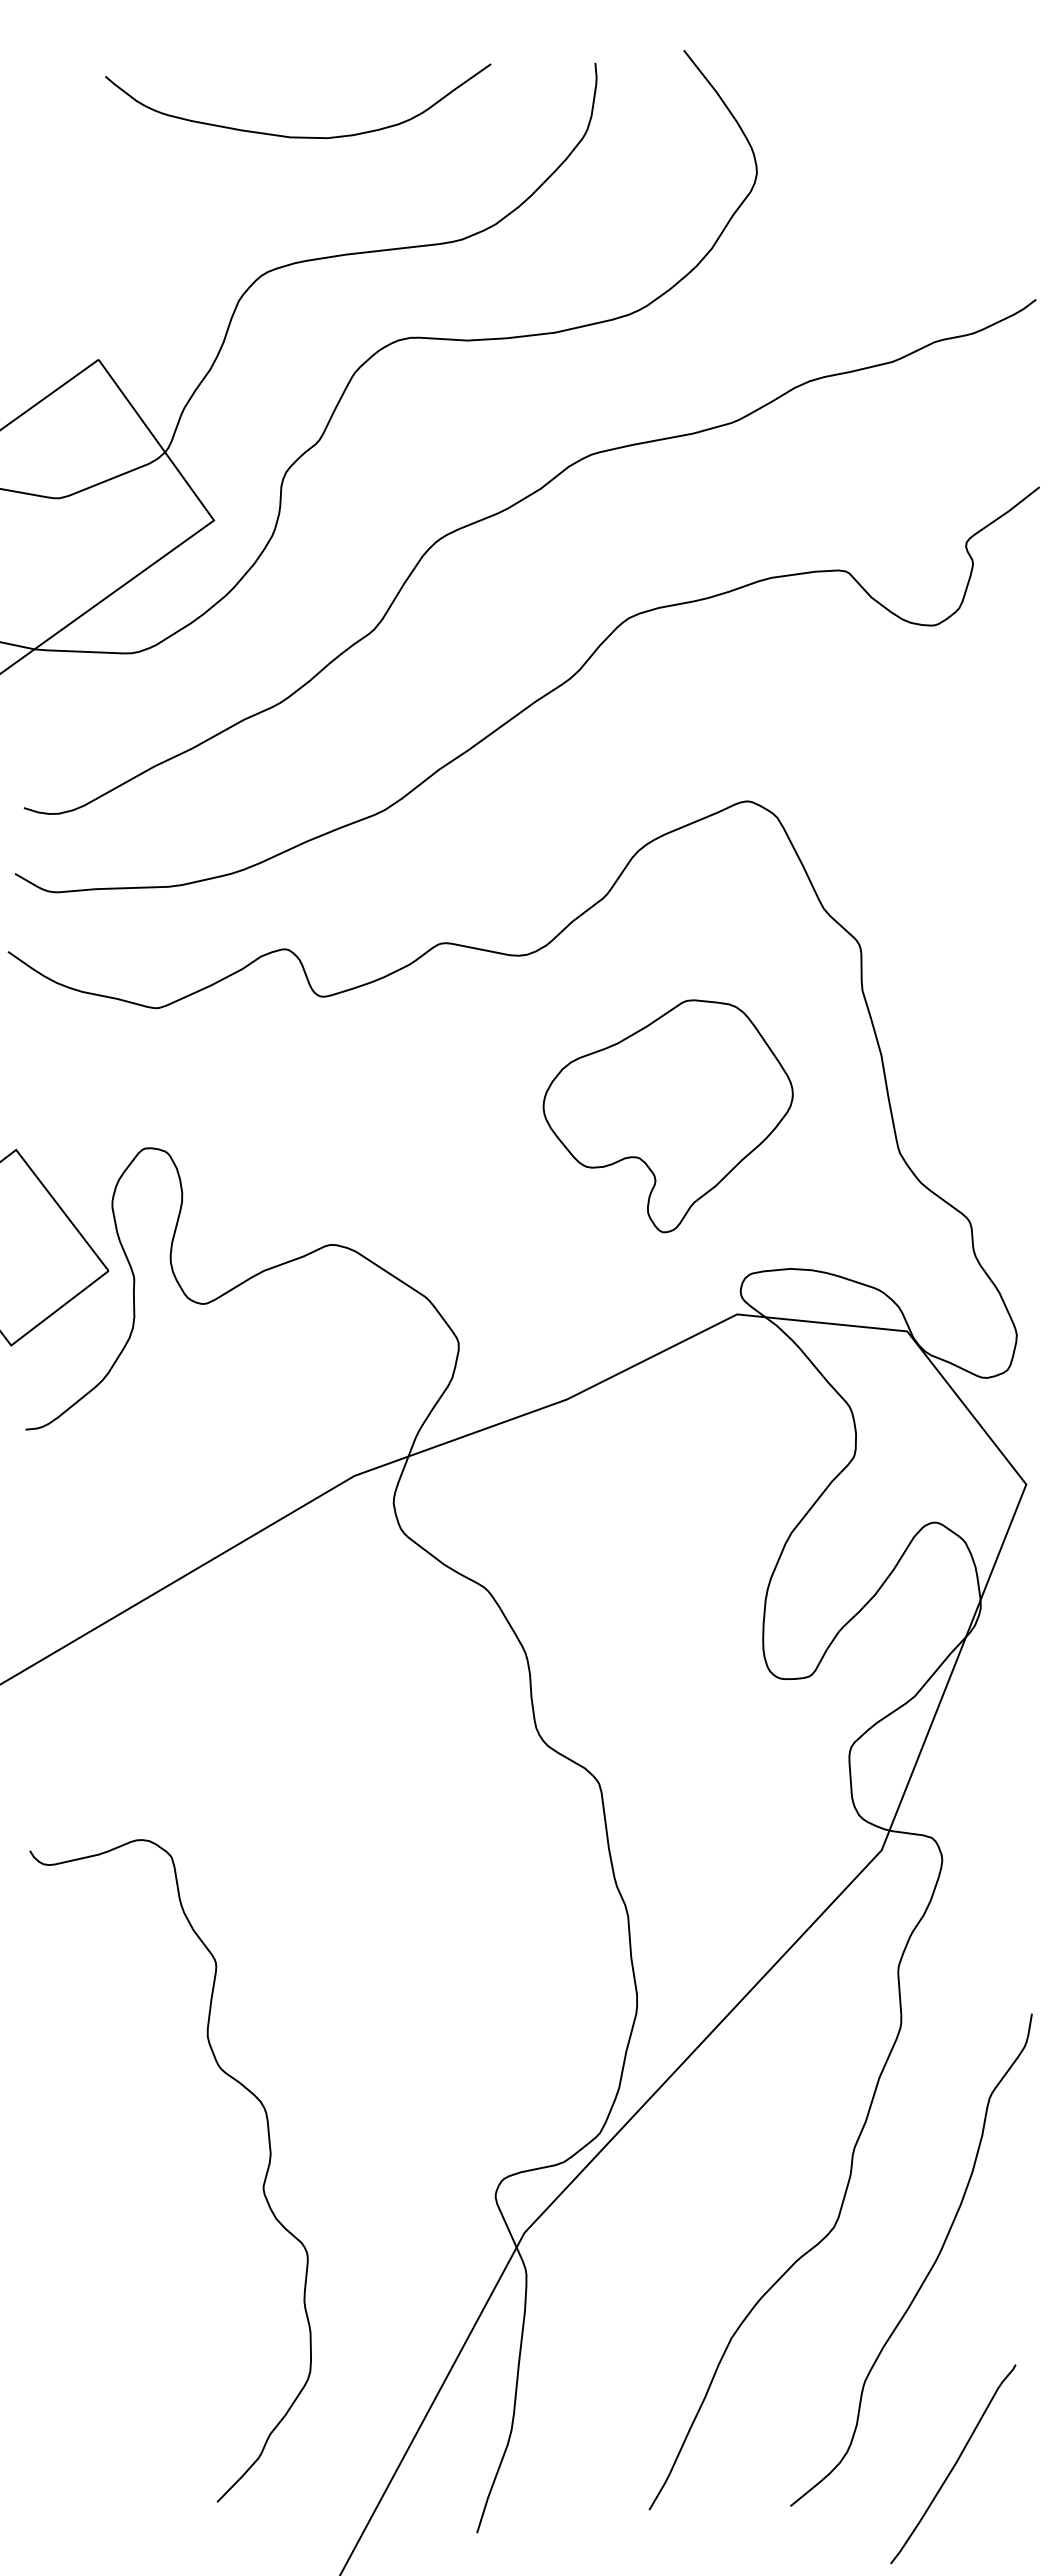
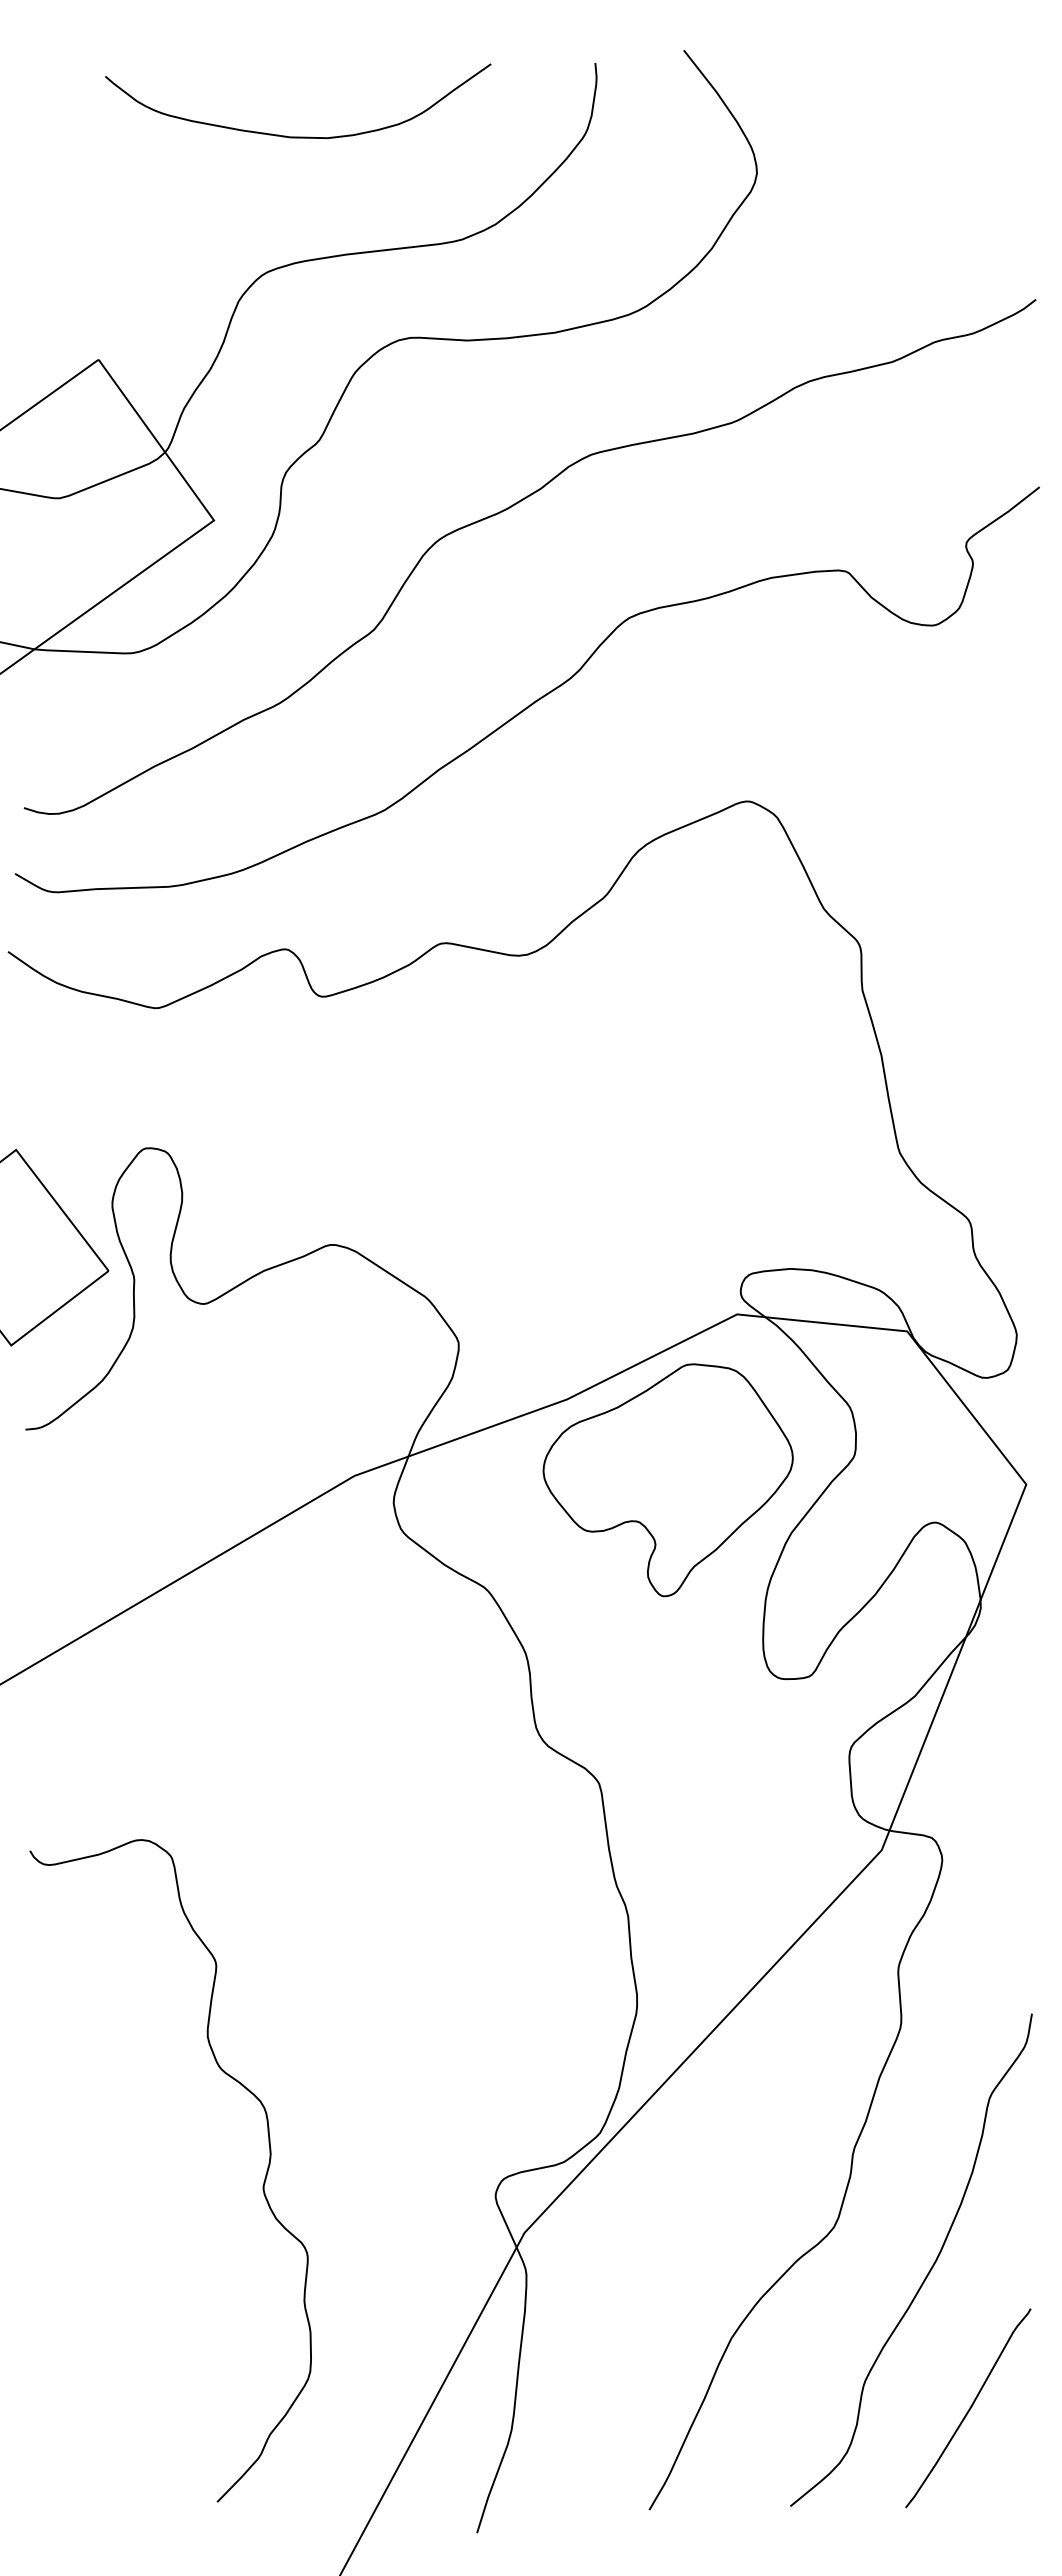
part at (667, 1116) position: (667, 1116) -> (667, 1480)
curve at (954, 2464) position: (954, 2464) -> (969, 2408)
